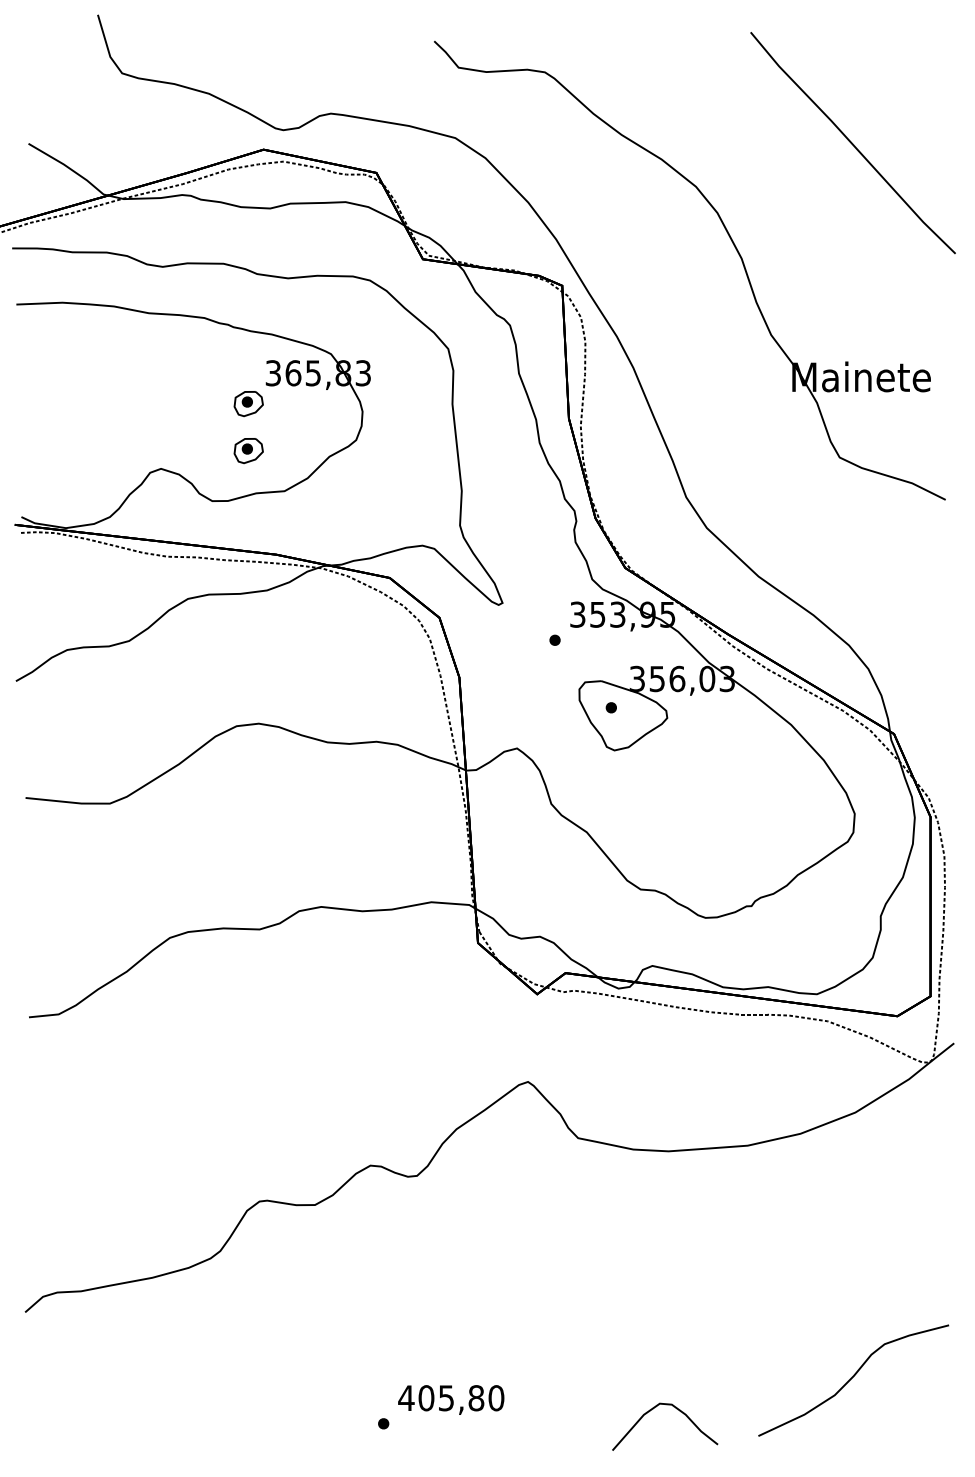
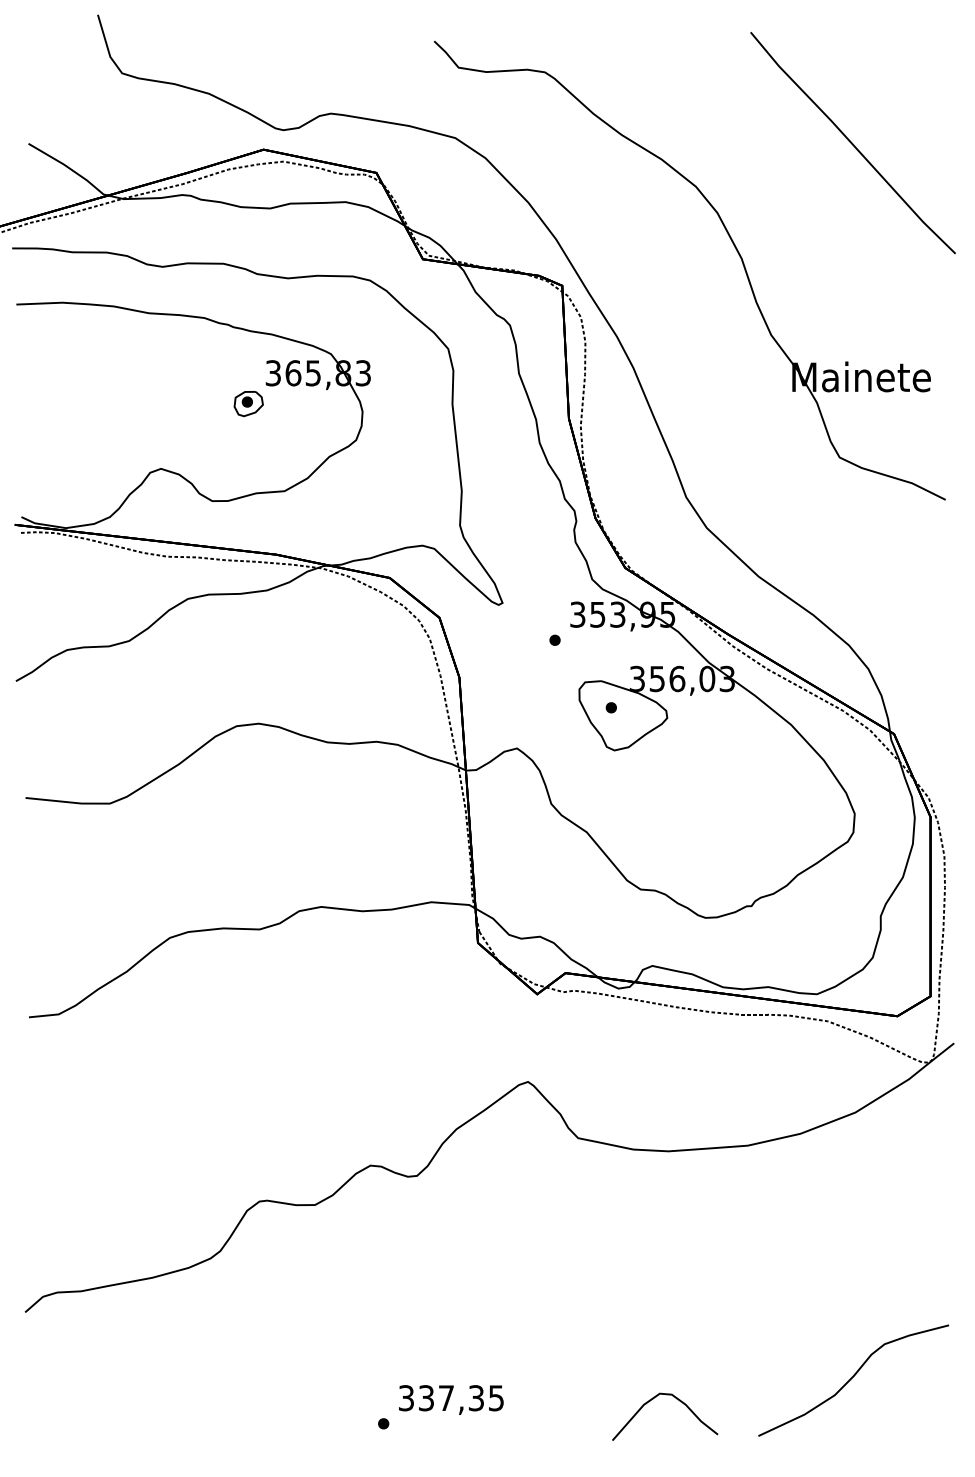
part at (248, 451): present -> none
text at (451, 1398): 405,80 -> 337,35
curve at (676, 1409) position: (676, 1409) -> (676, 1399)
